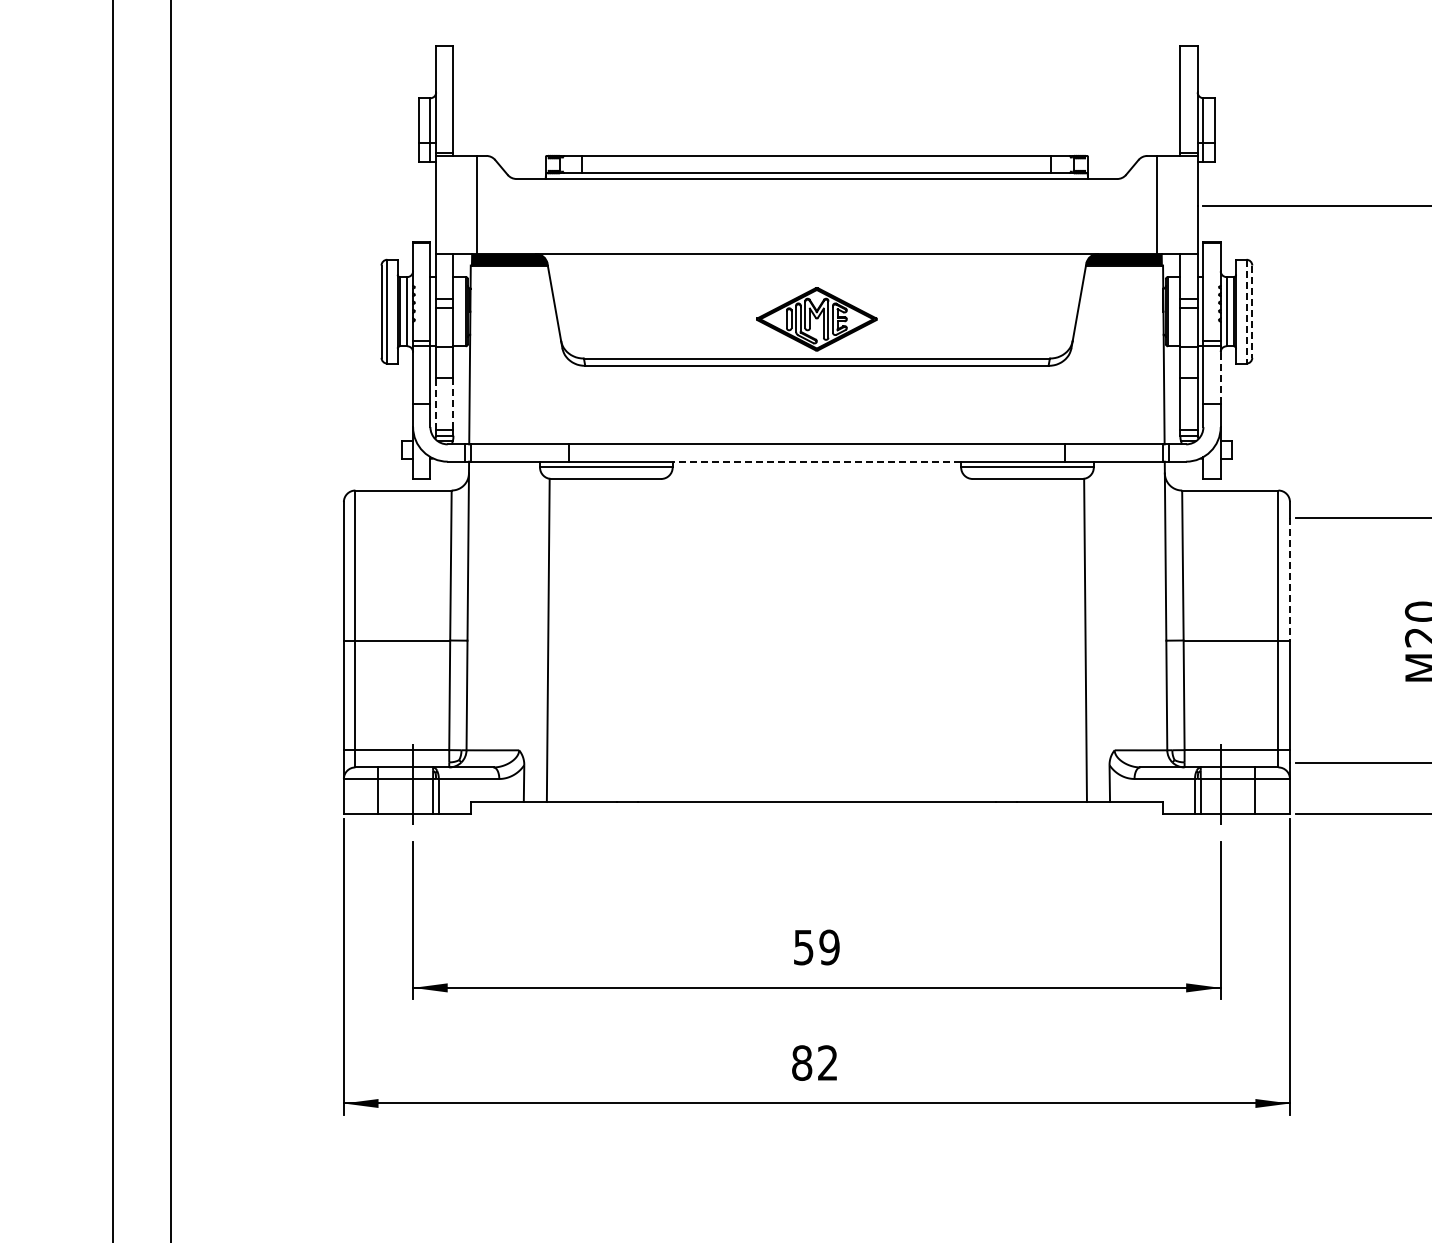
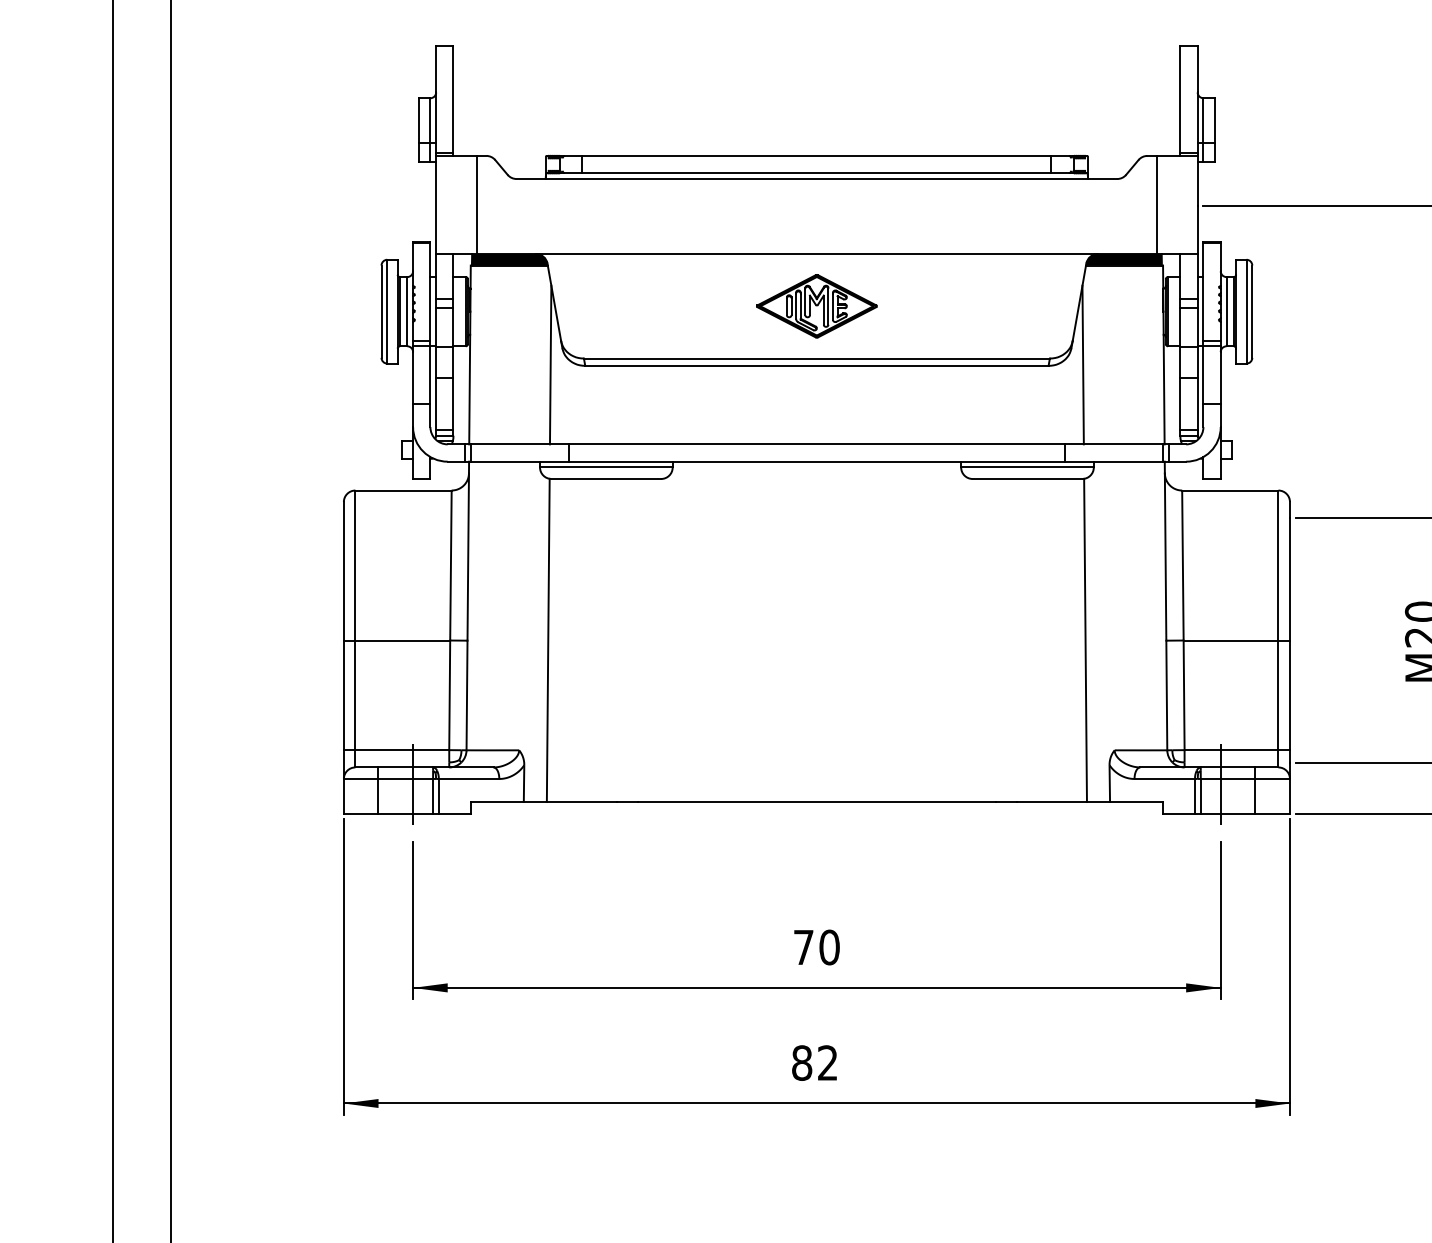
line at (1246, 311): dashed -> solid
line at (1252, 312): dashed -> solid
part at (816, 319) position: (816, 319) -> (816, 306)
line at (550, 364): none -> present
line at (1082, 364): none -> present
line at (1220, 378): dashed -> solid
line at (436, 403): dashed -> solid
line at (453, 404): dashed -> solid
line at (816, 461): dashed -> solid
line at (1289, 579): dashed -> solid
text at (816, 947): 59 -> 70
